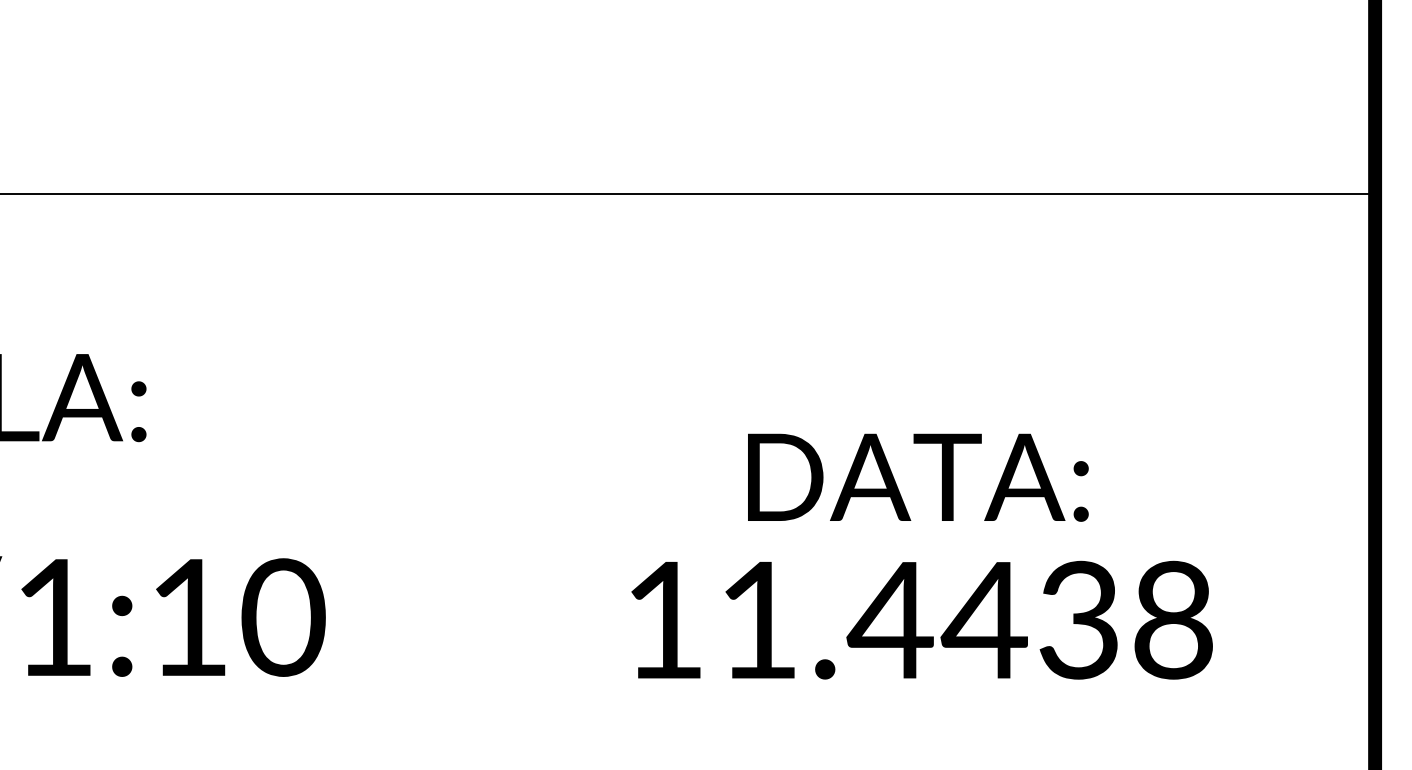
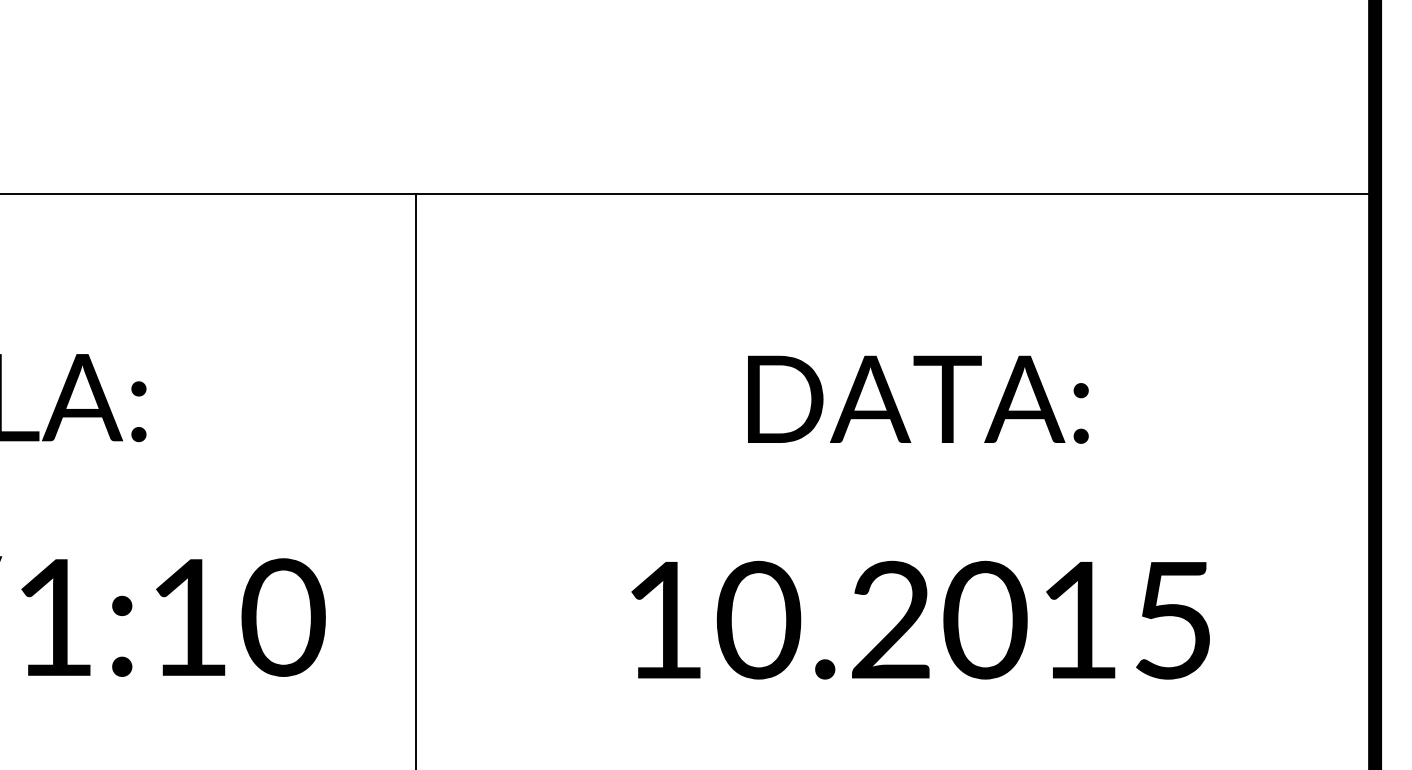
text at (918, 477) position: (918, 477) -> (918, 399)
line at (415, 479): none -> present
text at (964, 619): 11.4438 -> 10.2015
